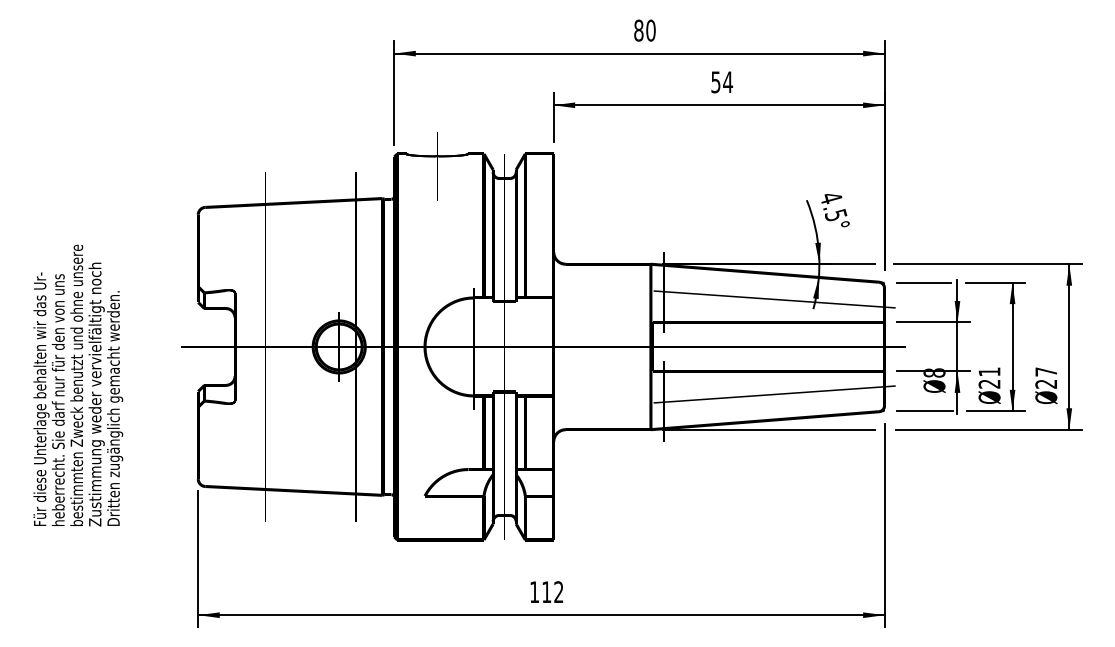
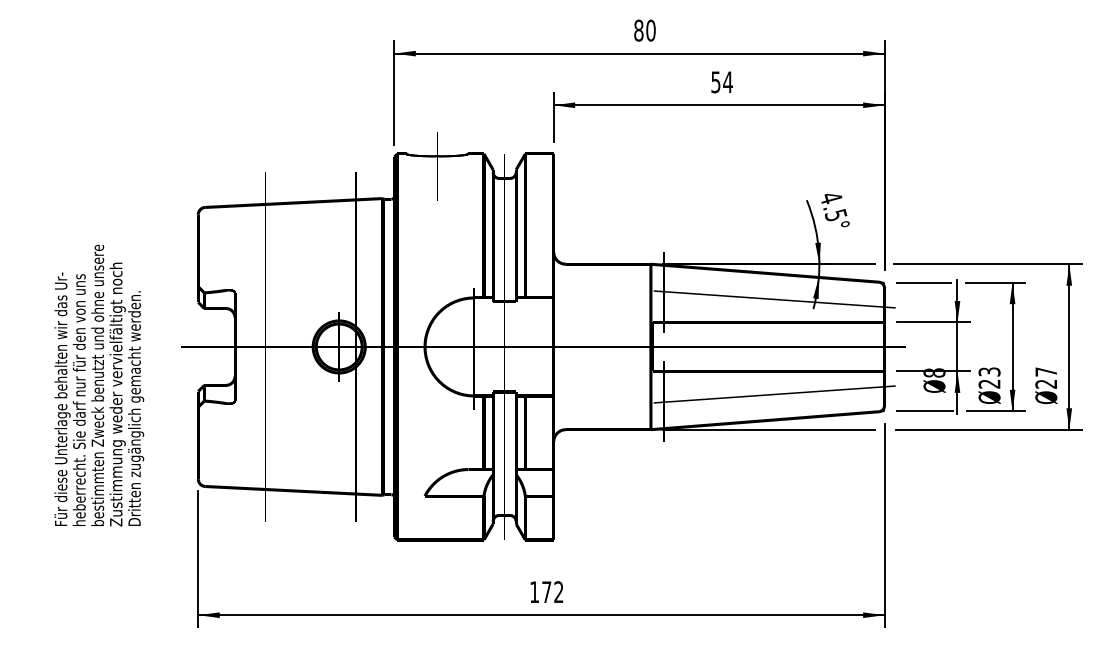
text at (989, 371): 21 -> 23
text at (78, 385) position: (78, 385) -> (99, 385)
text at (546, 591): 112 -> 172
